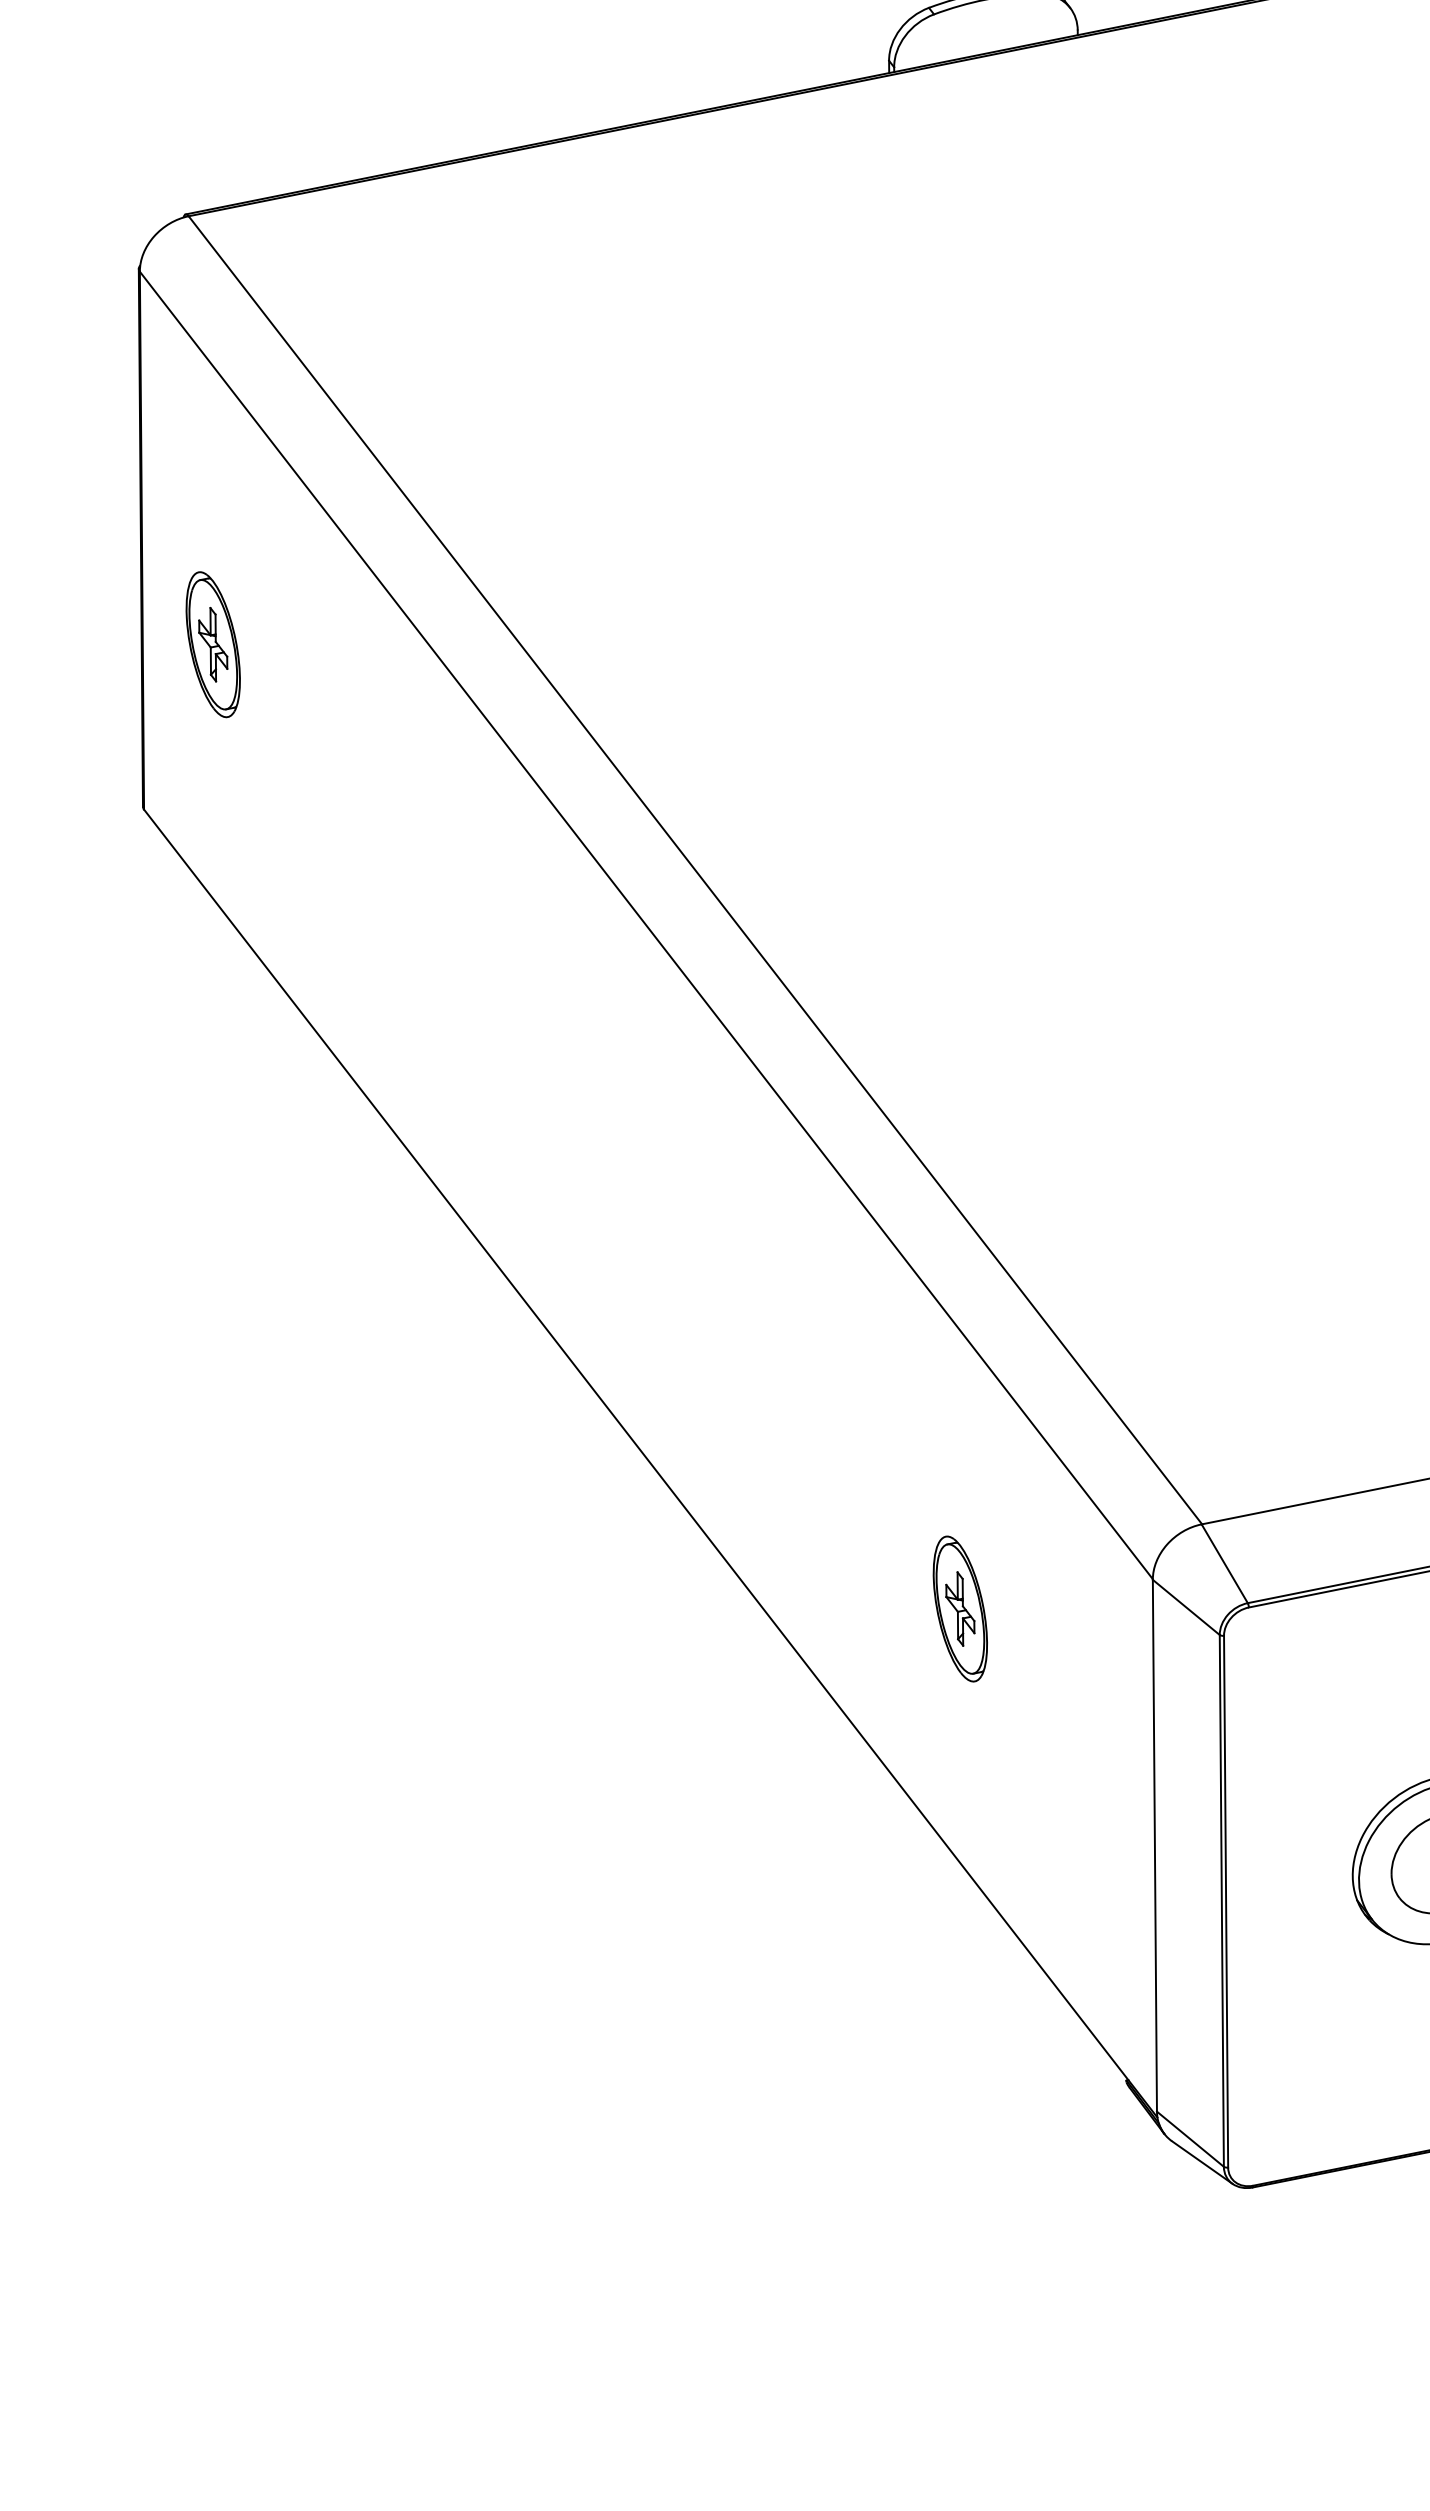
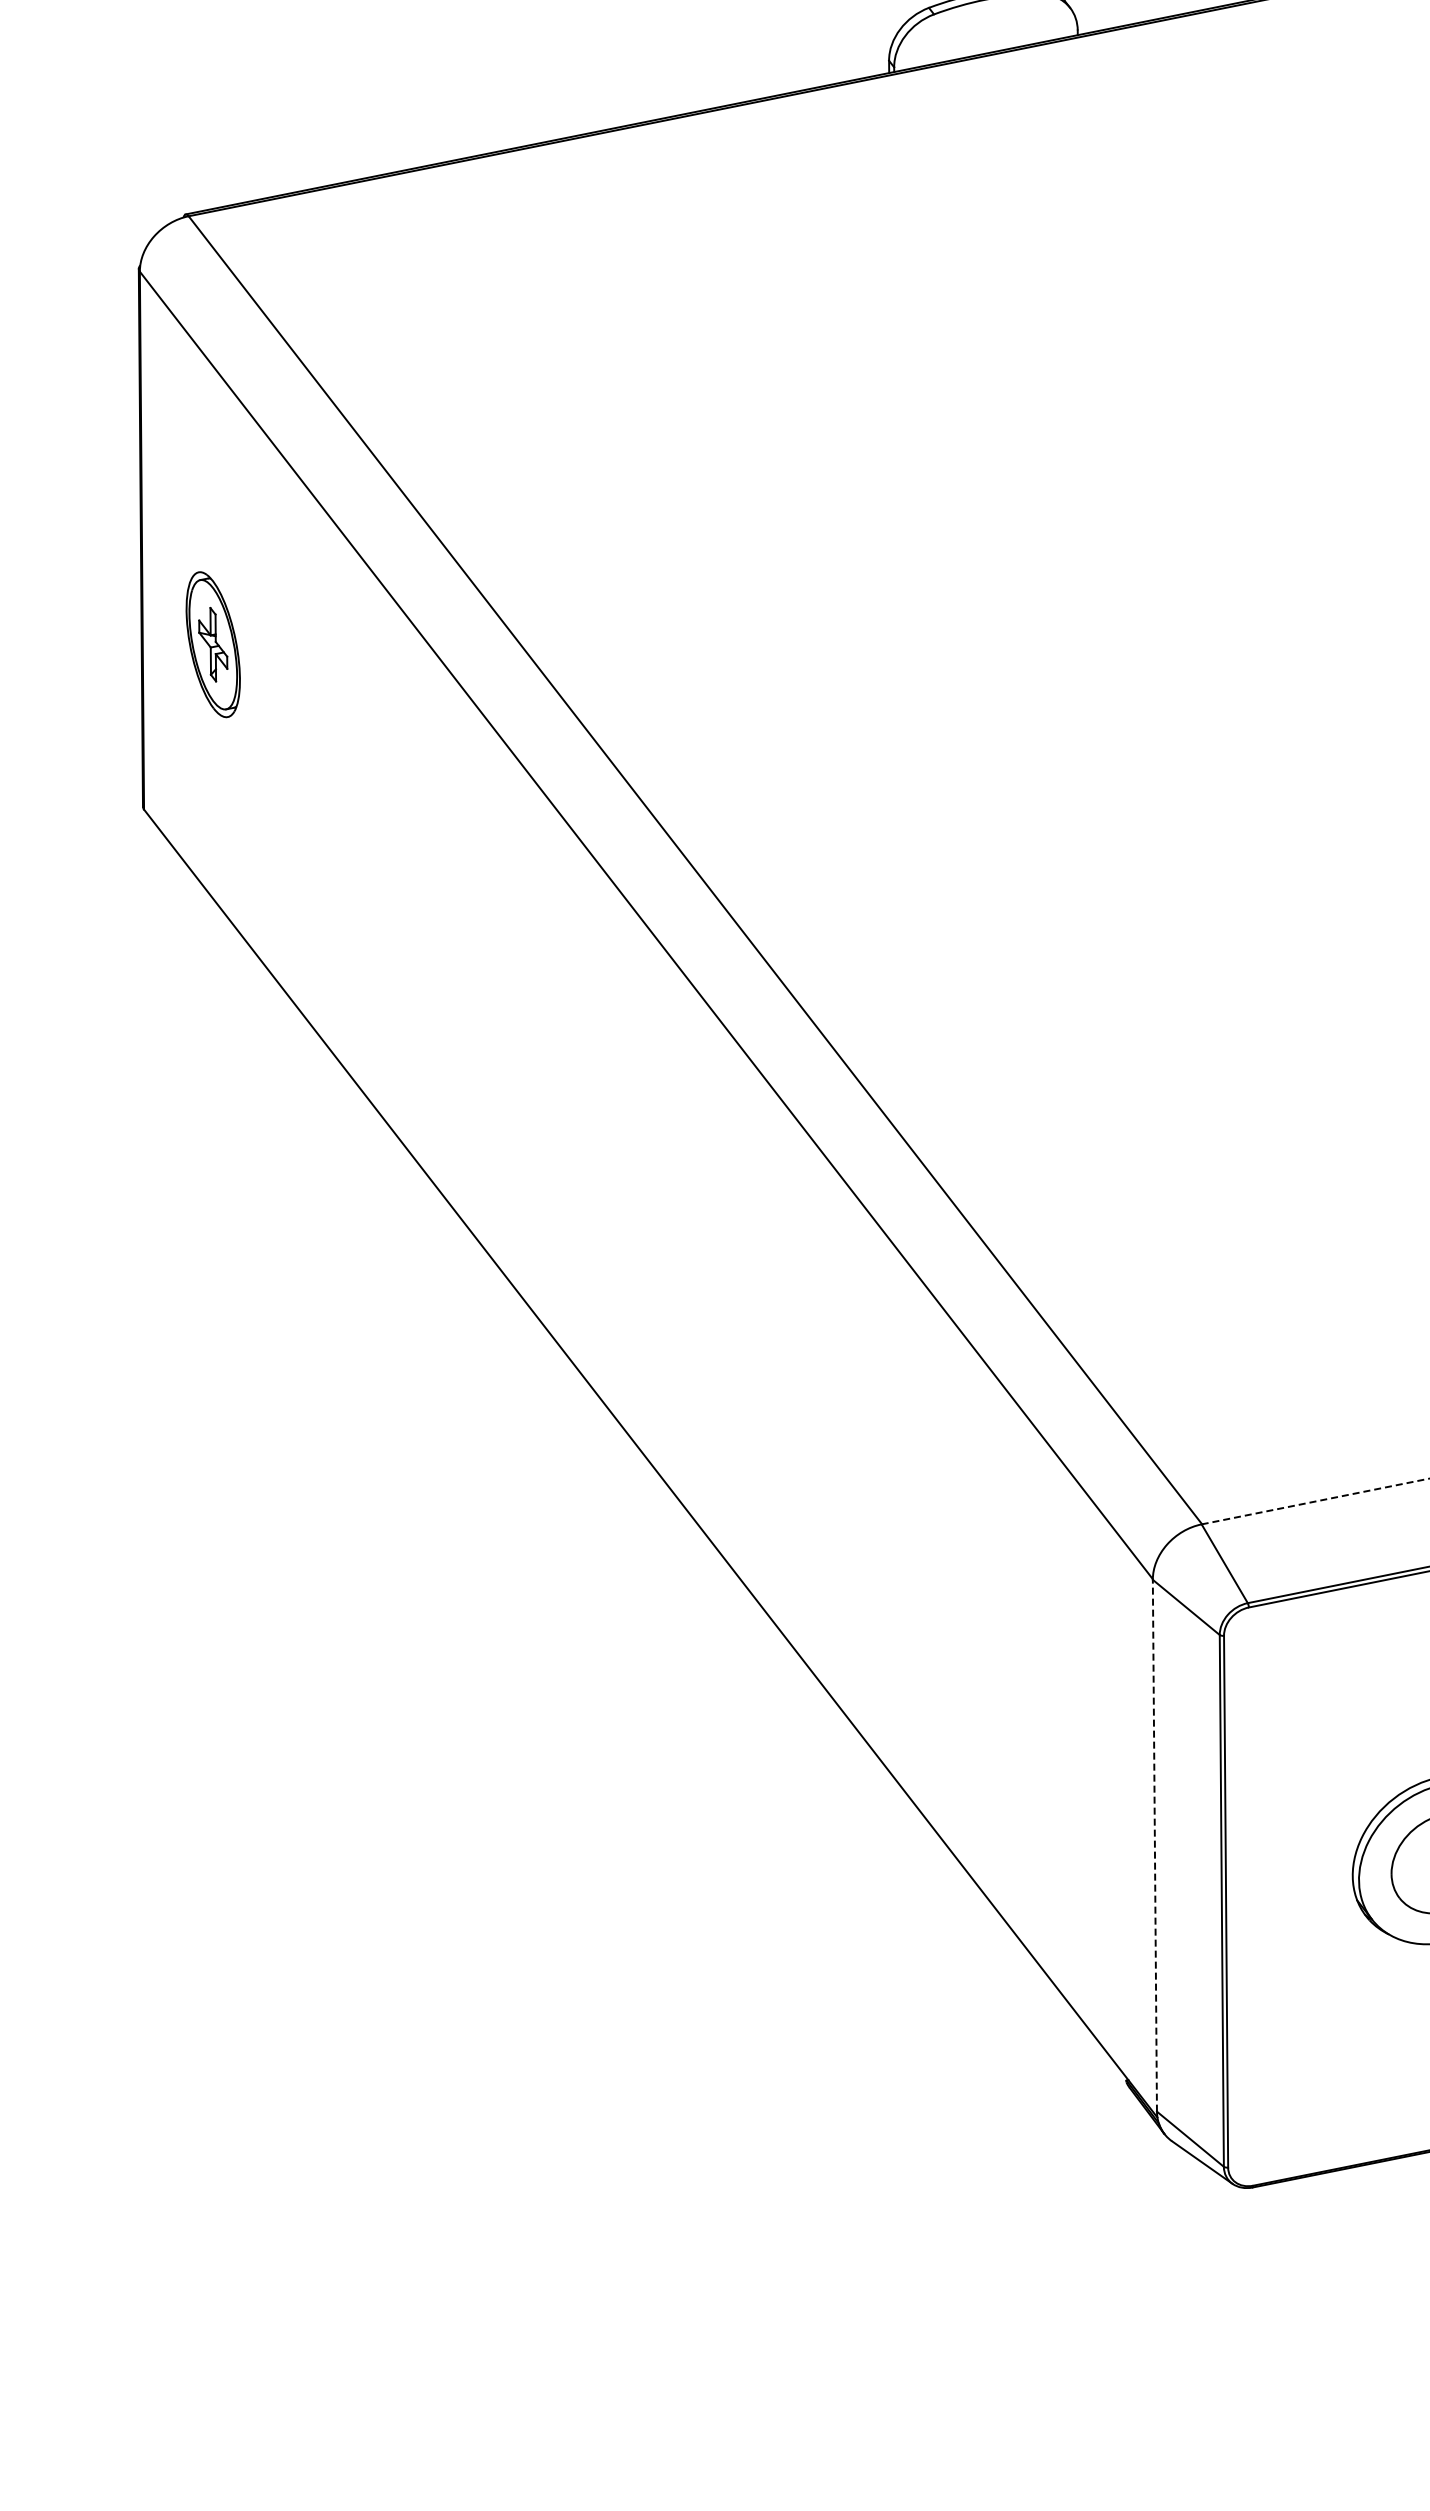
line at (1315, 1501): solid -> dashed
part at (959, 1608): present -> none
line at (1154, 1845): solid -> dashed
